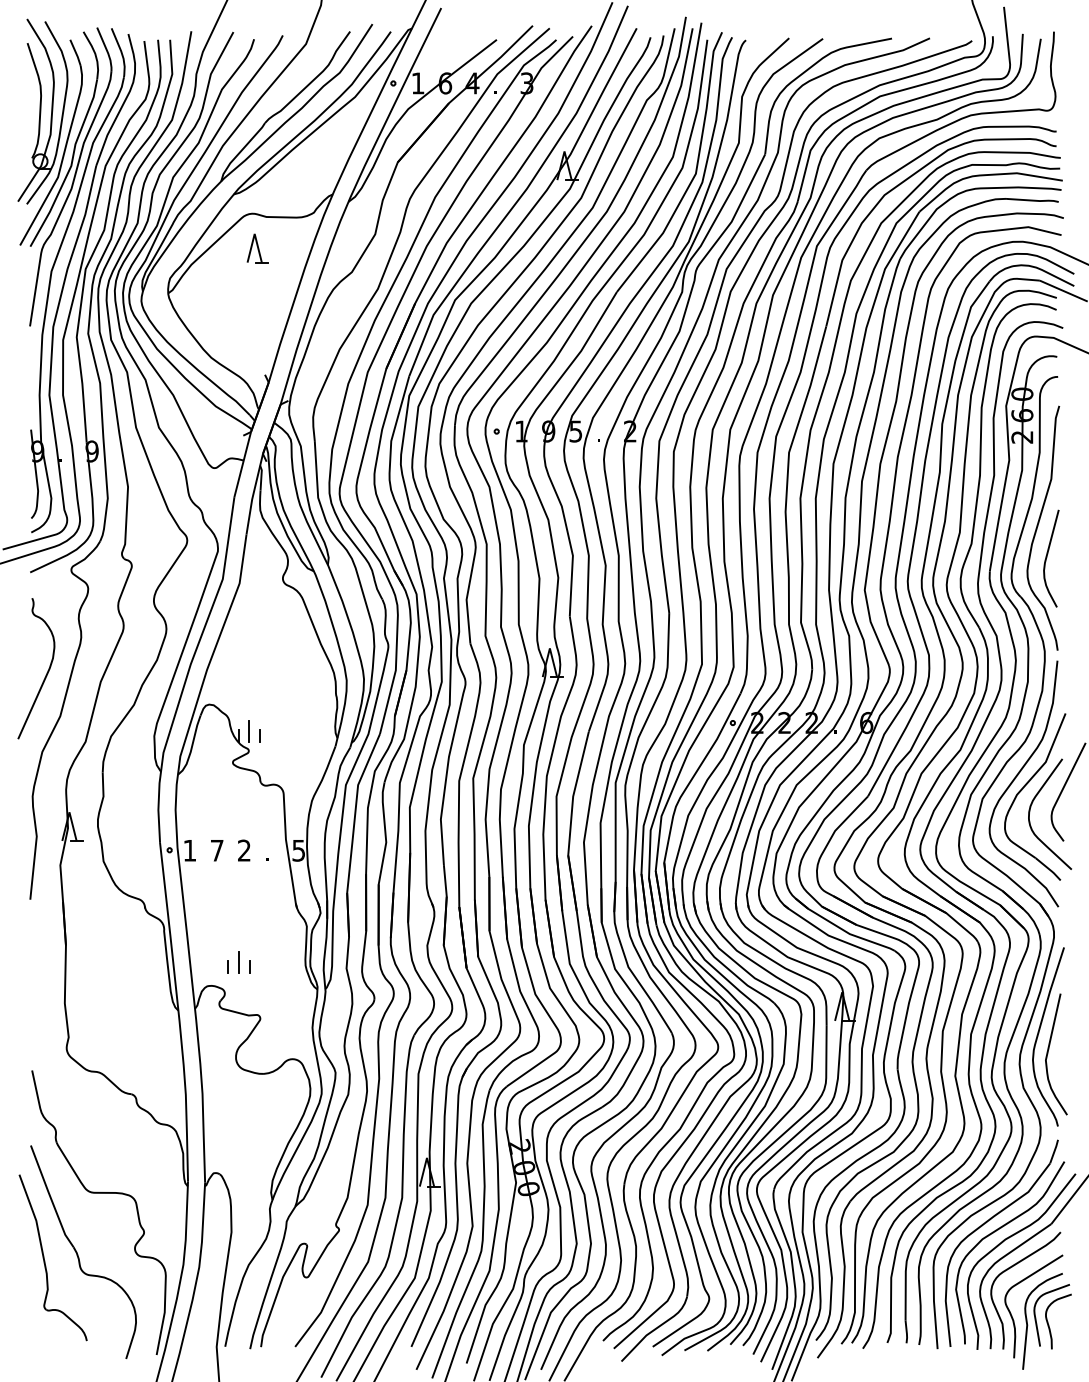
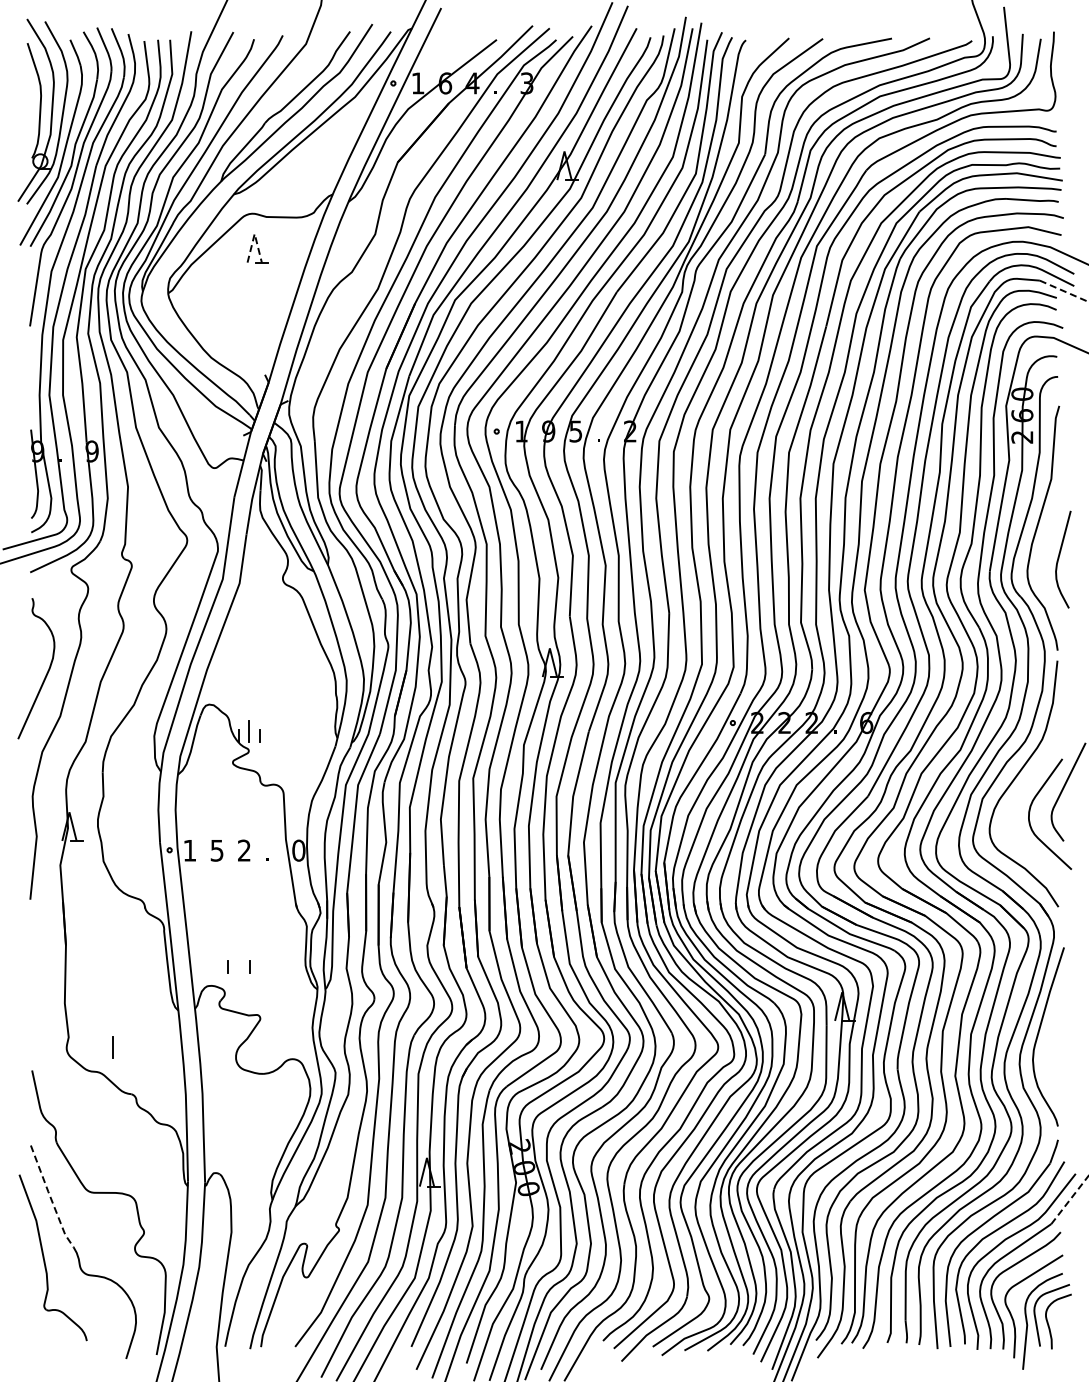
line at (254, 233): solid -> dashed
line at (1064, 291): solid -> dashed
curve at (1047, 557) position: (1047, 557) -> (1059, 558)
part at (1025, 786): present -> none
text at (216, 850): 7 -> 5
text at (298, 850): 5 -> 0
line at (238, 962) position: (238, 962) -> (112, 1047)
curve at (1048, 1054): present -> none
line at (50, 1197): solid -> dashed
line at (1070, 1199): solid -> dashed
